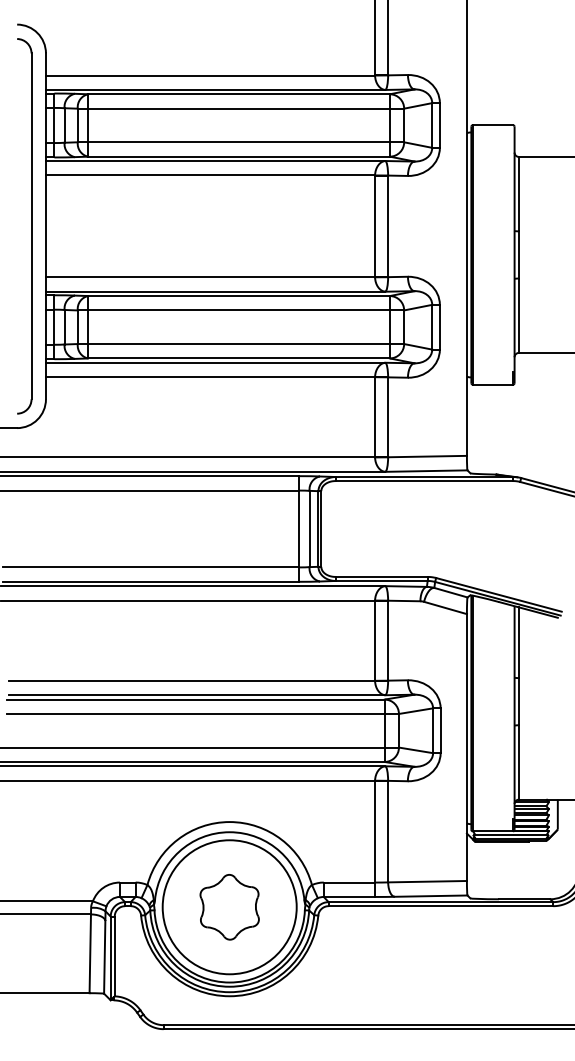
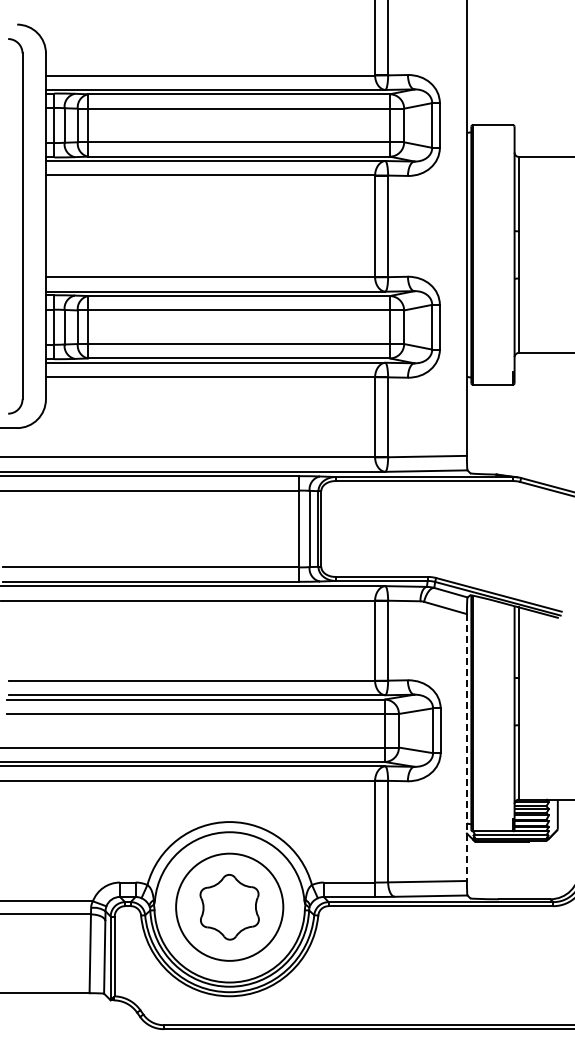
part at (31, 226) position: (31, 226) -> (22, 226)
line at (466, 748): solid -> dashed
circle at (229, 907) diameter: 134 px -> 107 px
